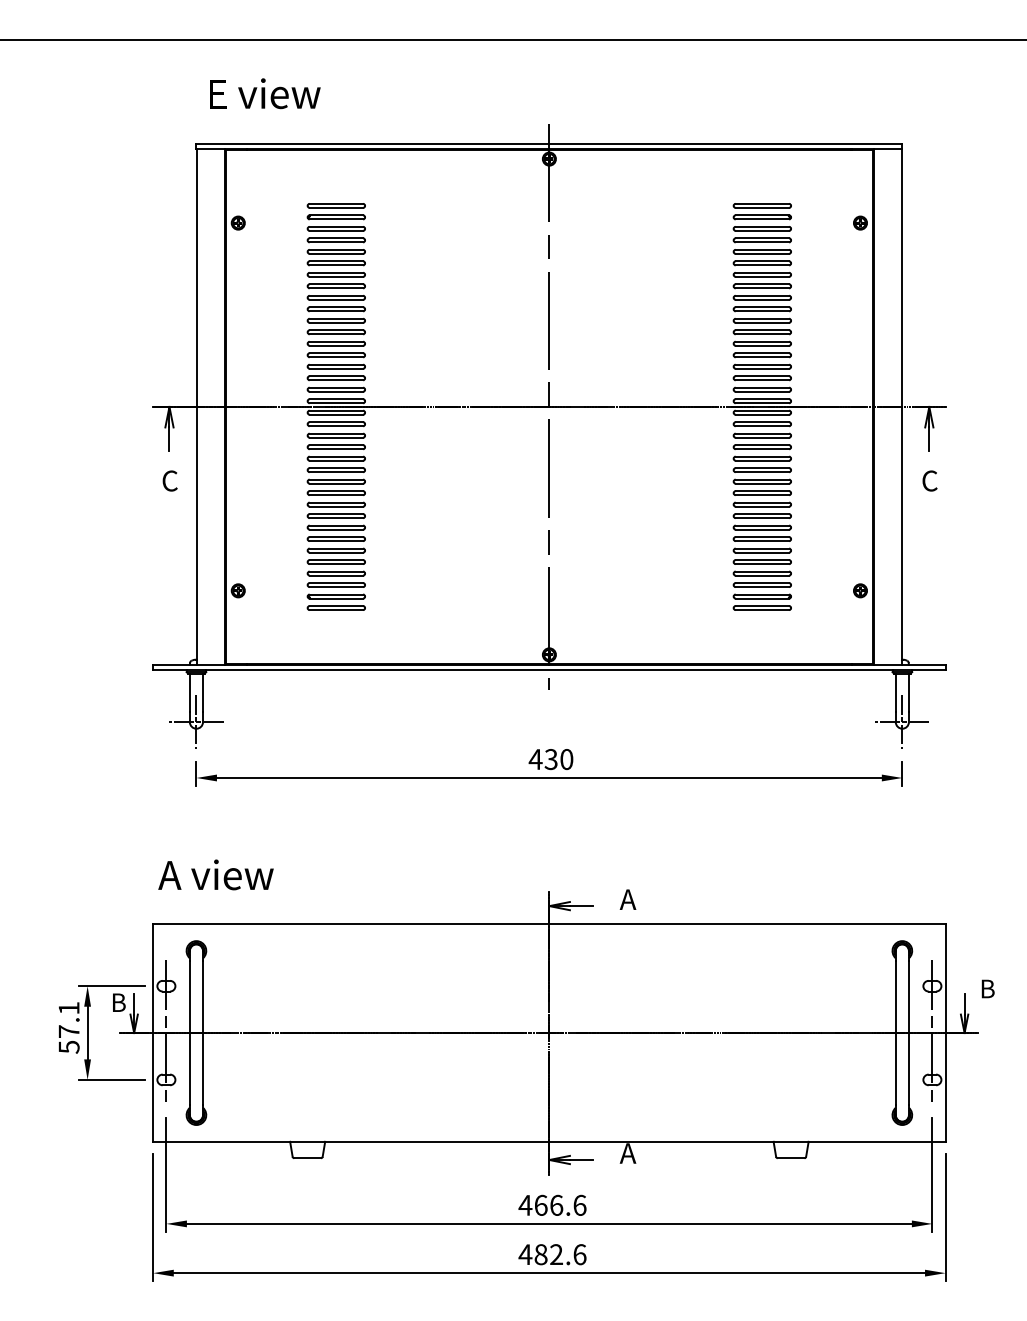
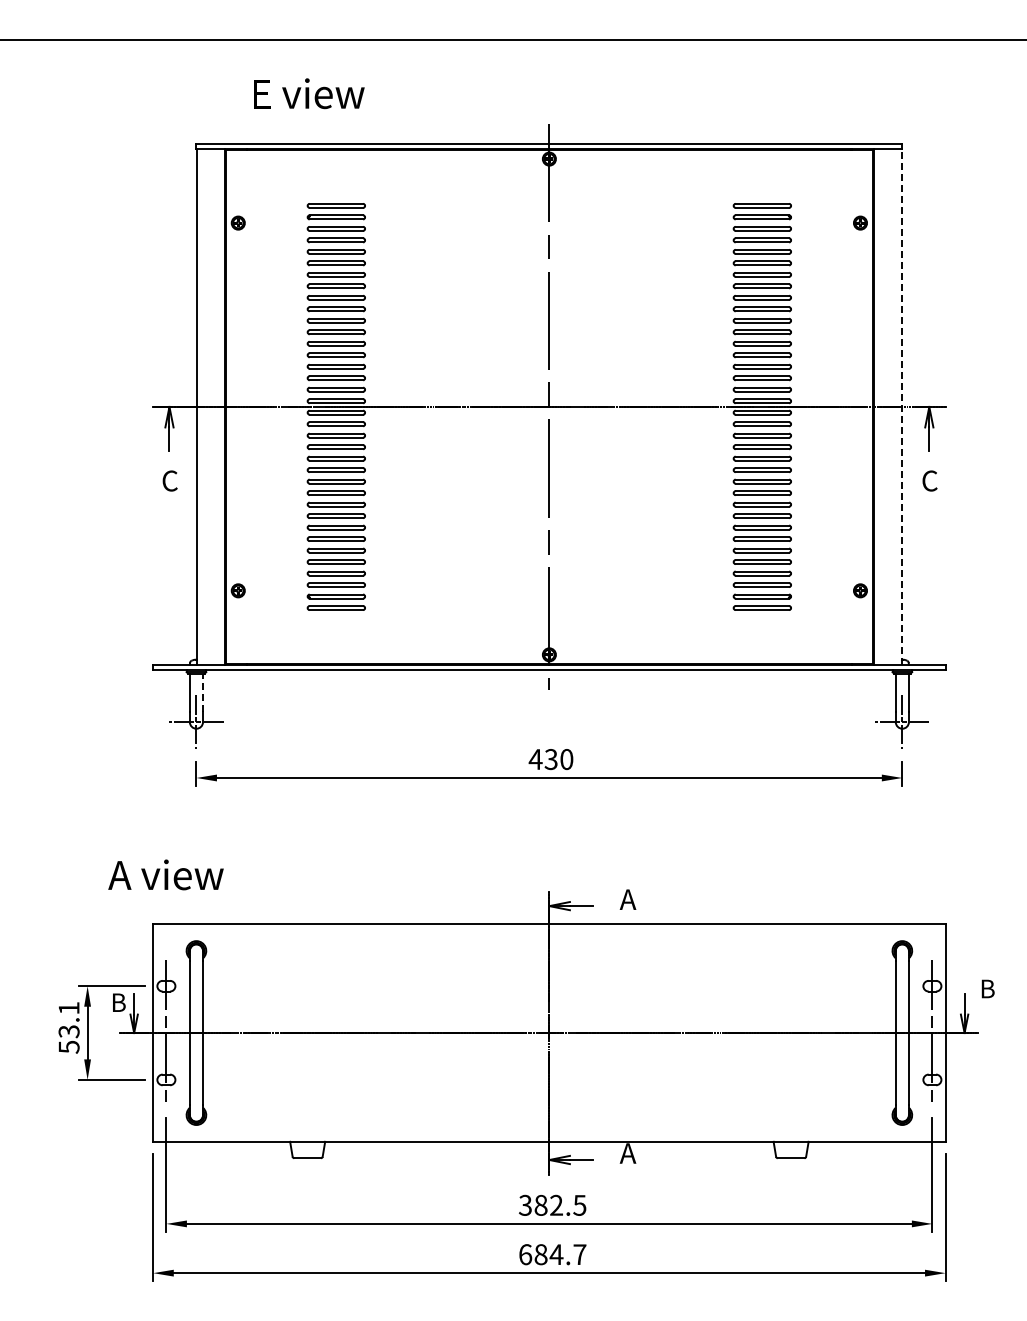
text at (265, 93) position: (265, 93) -> (309, 93)
line at (901, 406): solid -> dashed
line at (203, 692): solid -> dashed
text at (215, 874) position: (215, 874) -> (165, 874)
text at (68, 1031): 57.1 -> 53.1
text at (552, 1204): 466.6 -> 382.5
text at (552, 1254): 482.6 -> 684.7
